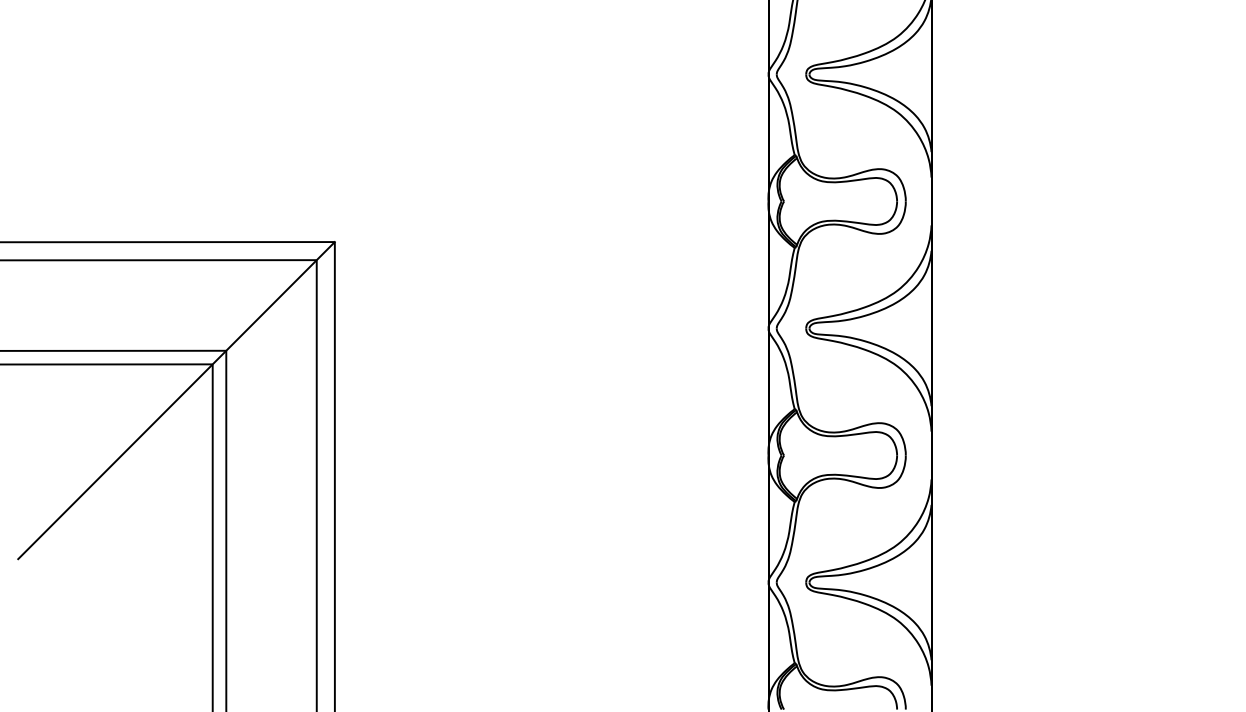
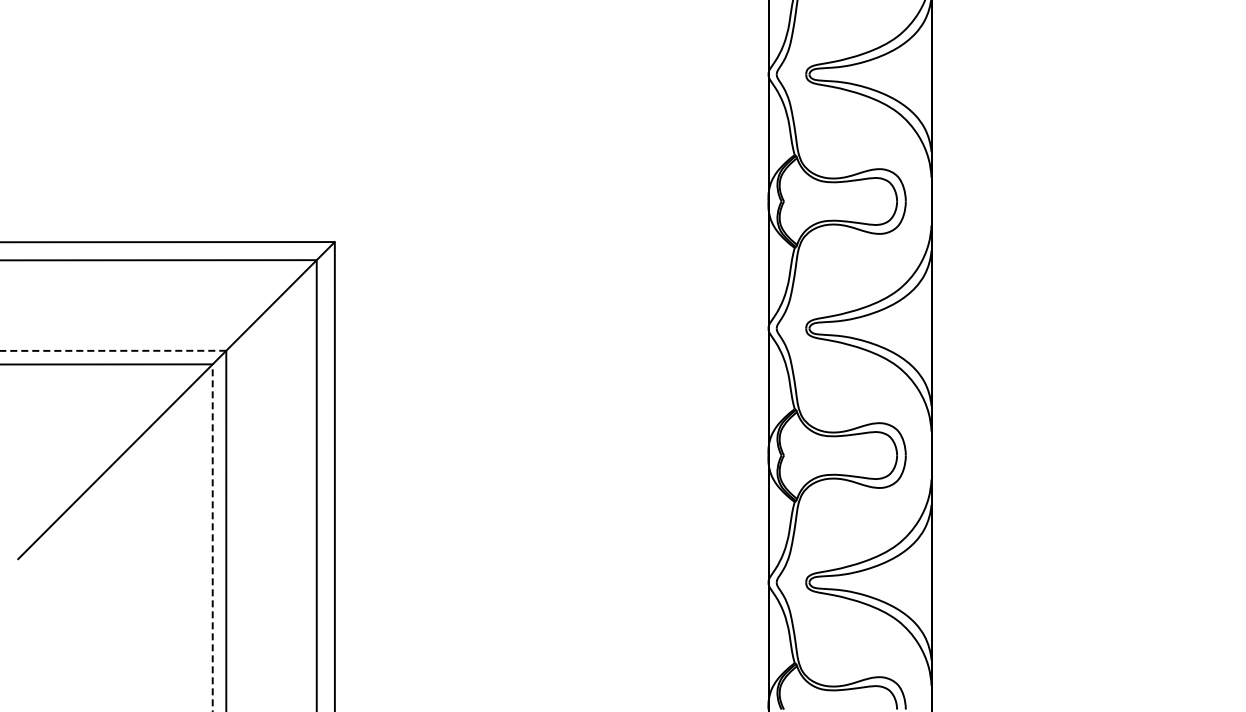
line at (113, 350): solid -> dashed
line at (212, 537): solid -> dashed
